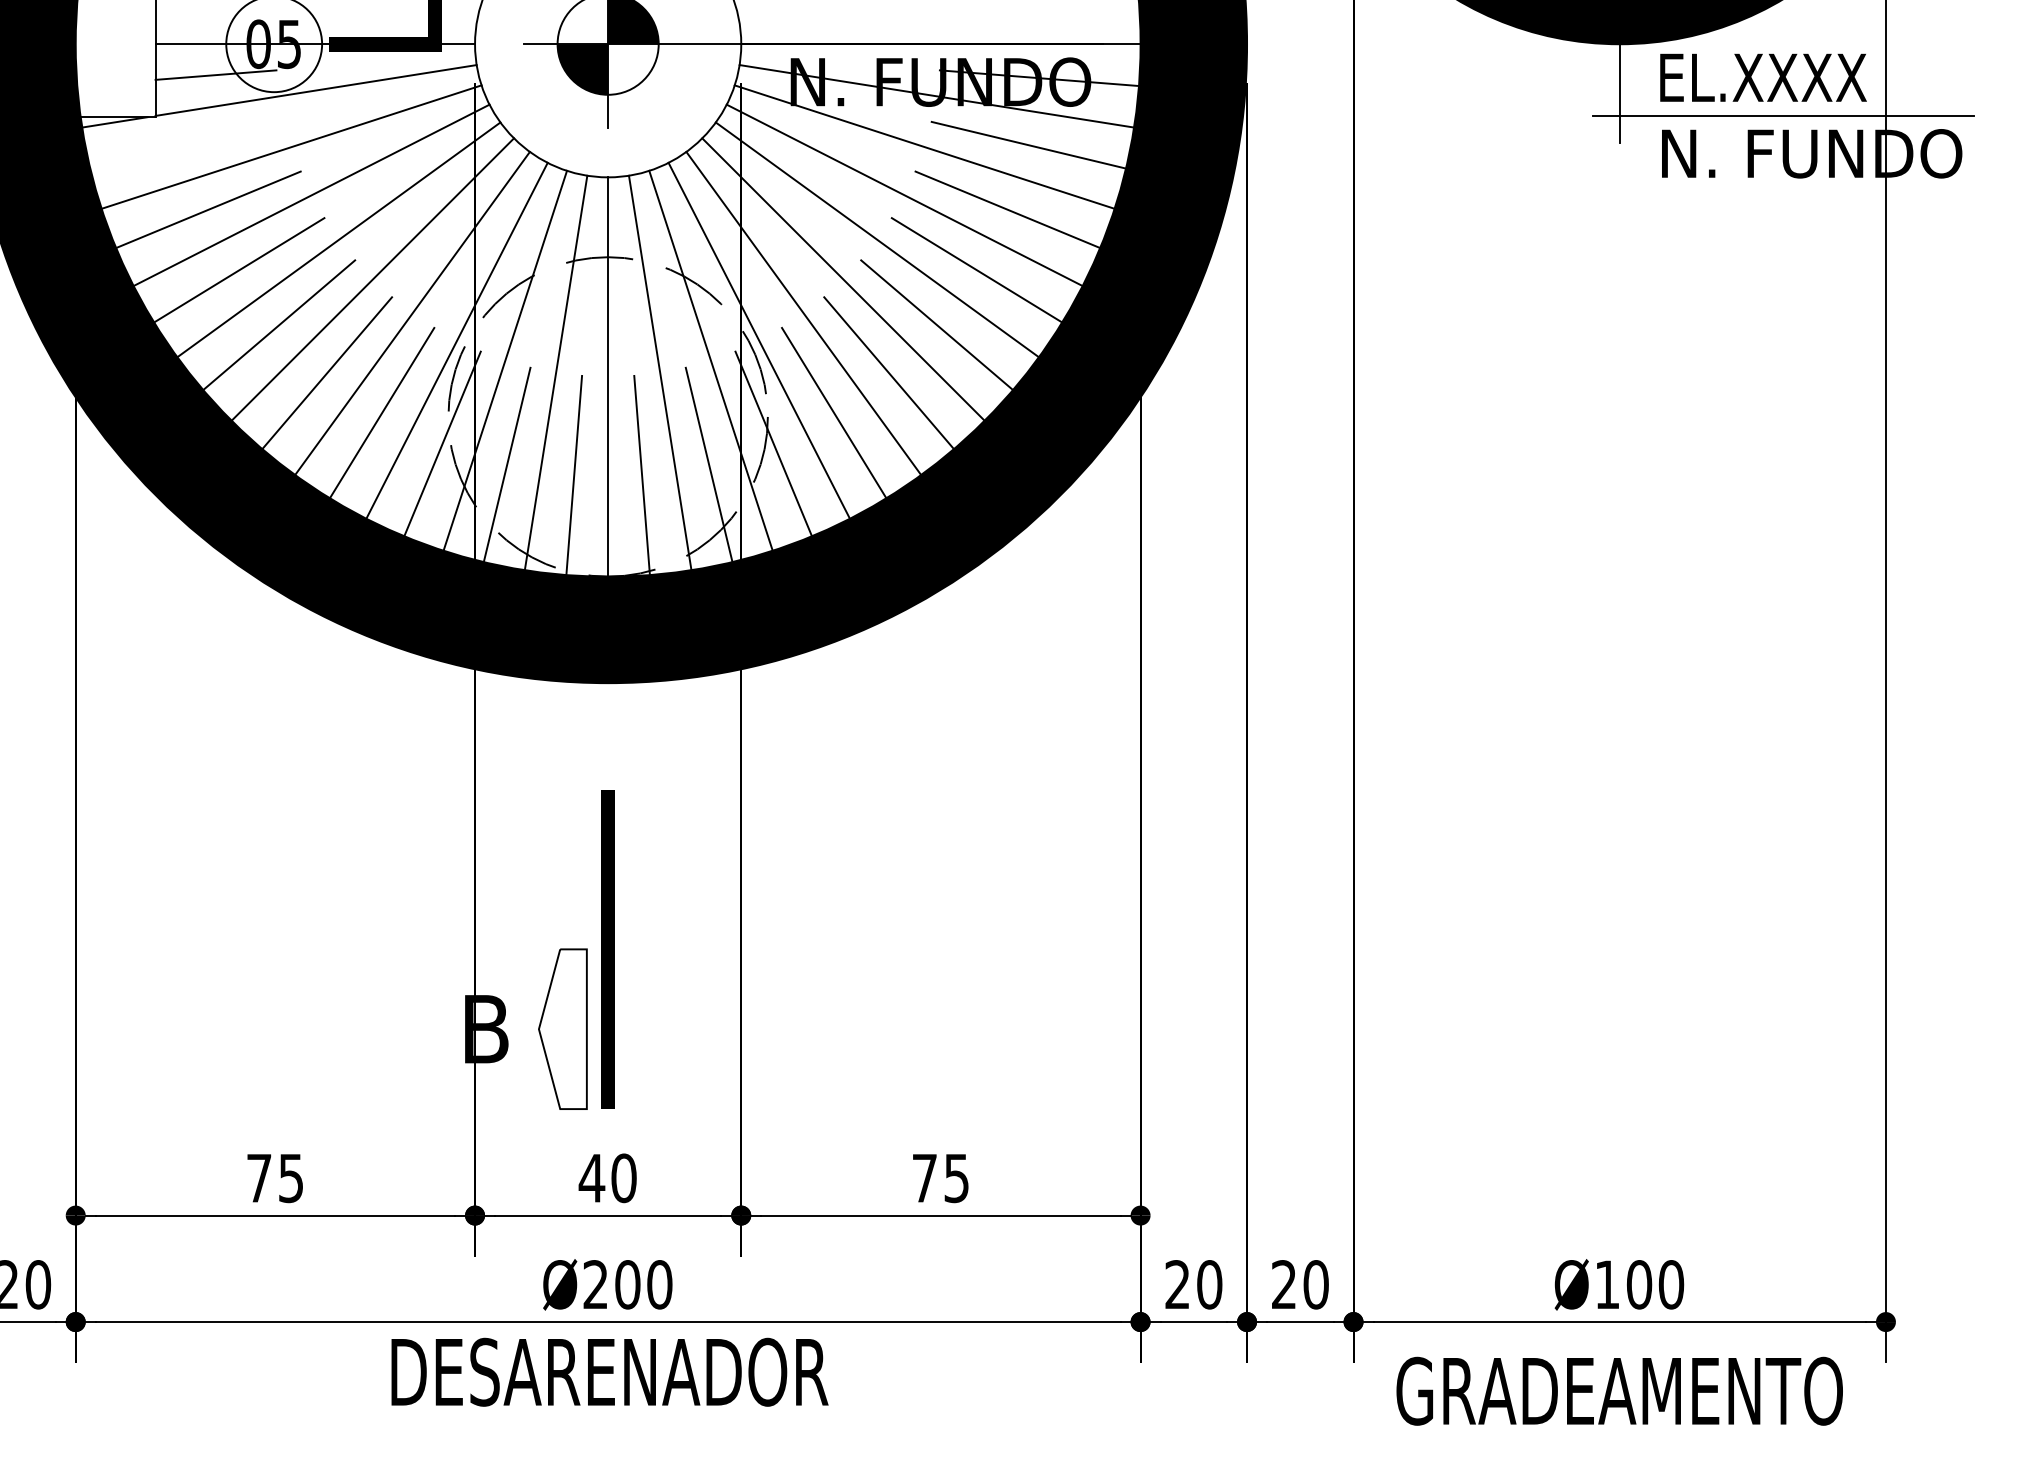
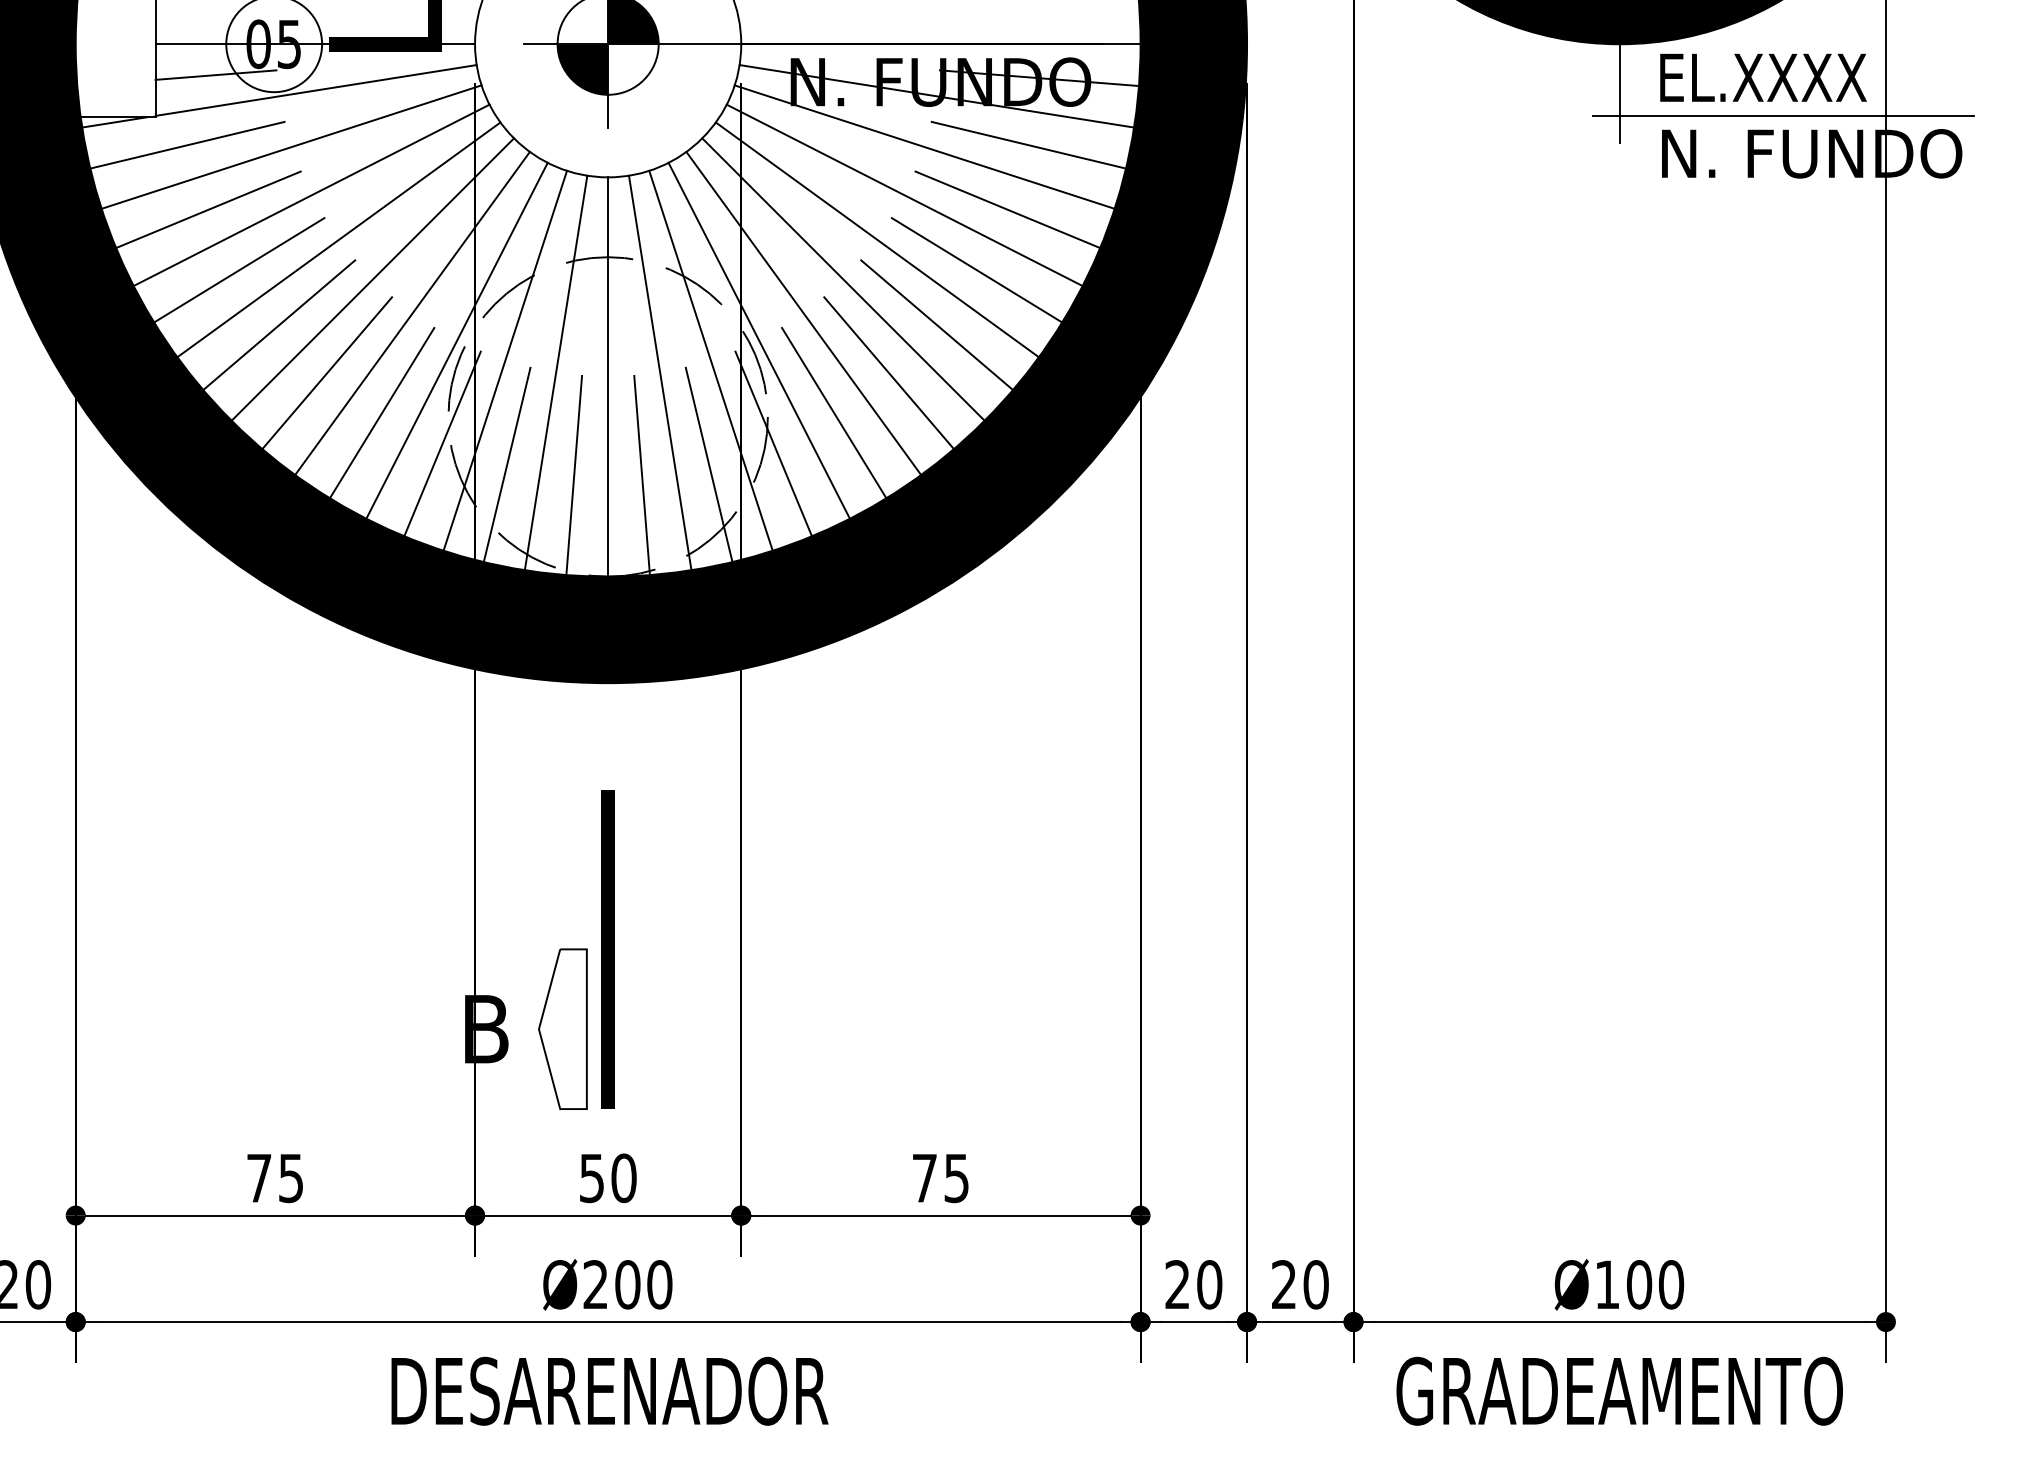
line at (187, 144): none -> present
text at (591, 1178): 40 -> 50
text at (609, 1371) position: (609, 1371) -> (609, 1390)
